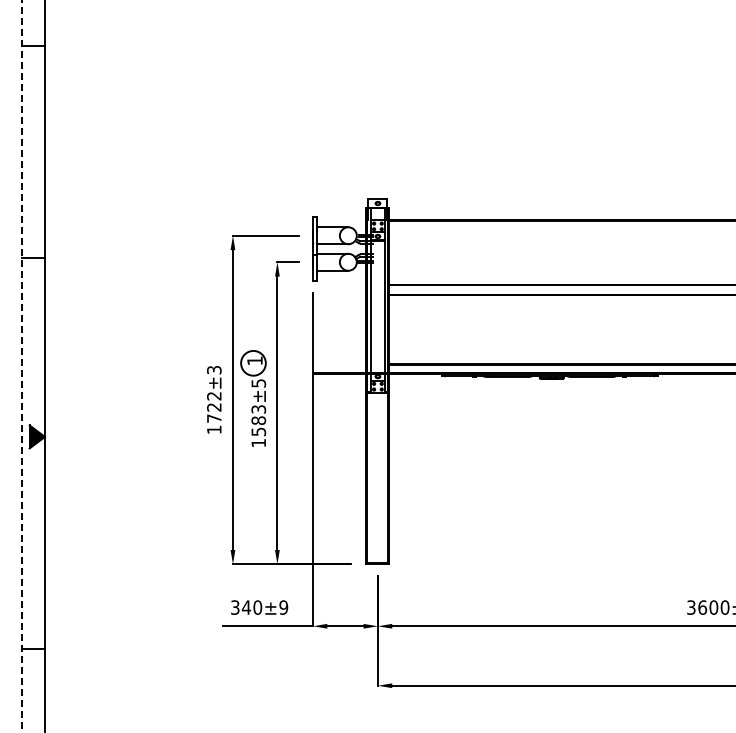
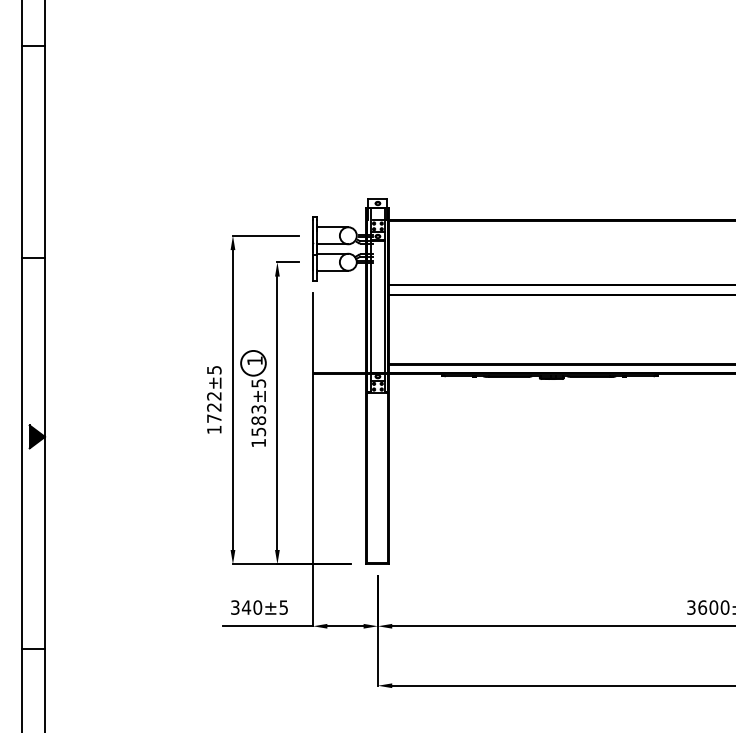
line at (22, 366): dashed -> solid
text at (213, 369): 1722±3 -> 1722±5
text at (283, 607): 340±9 -> 340±5
